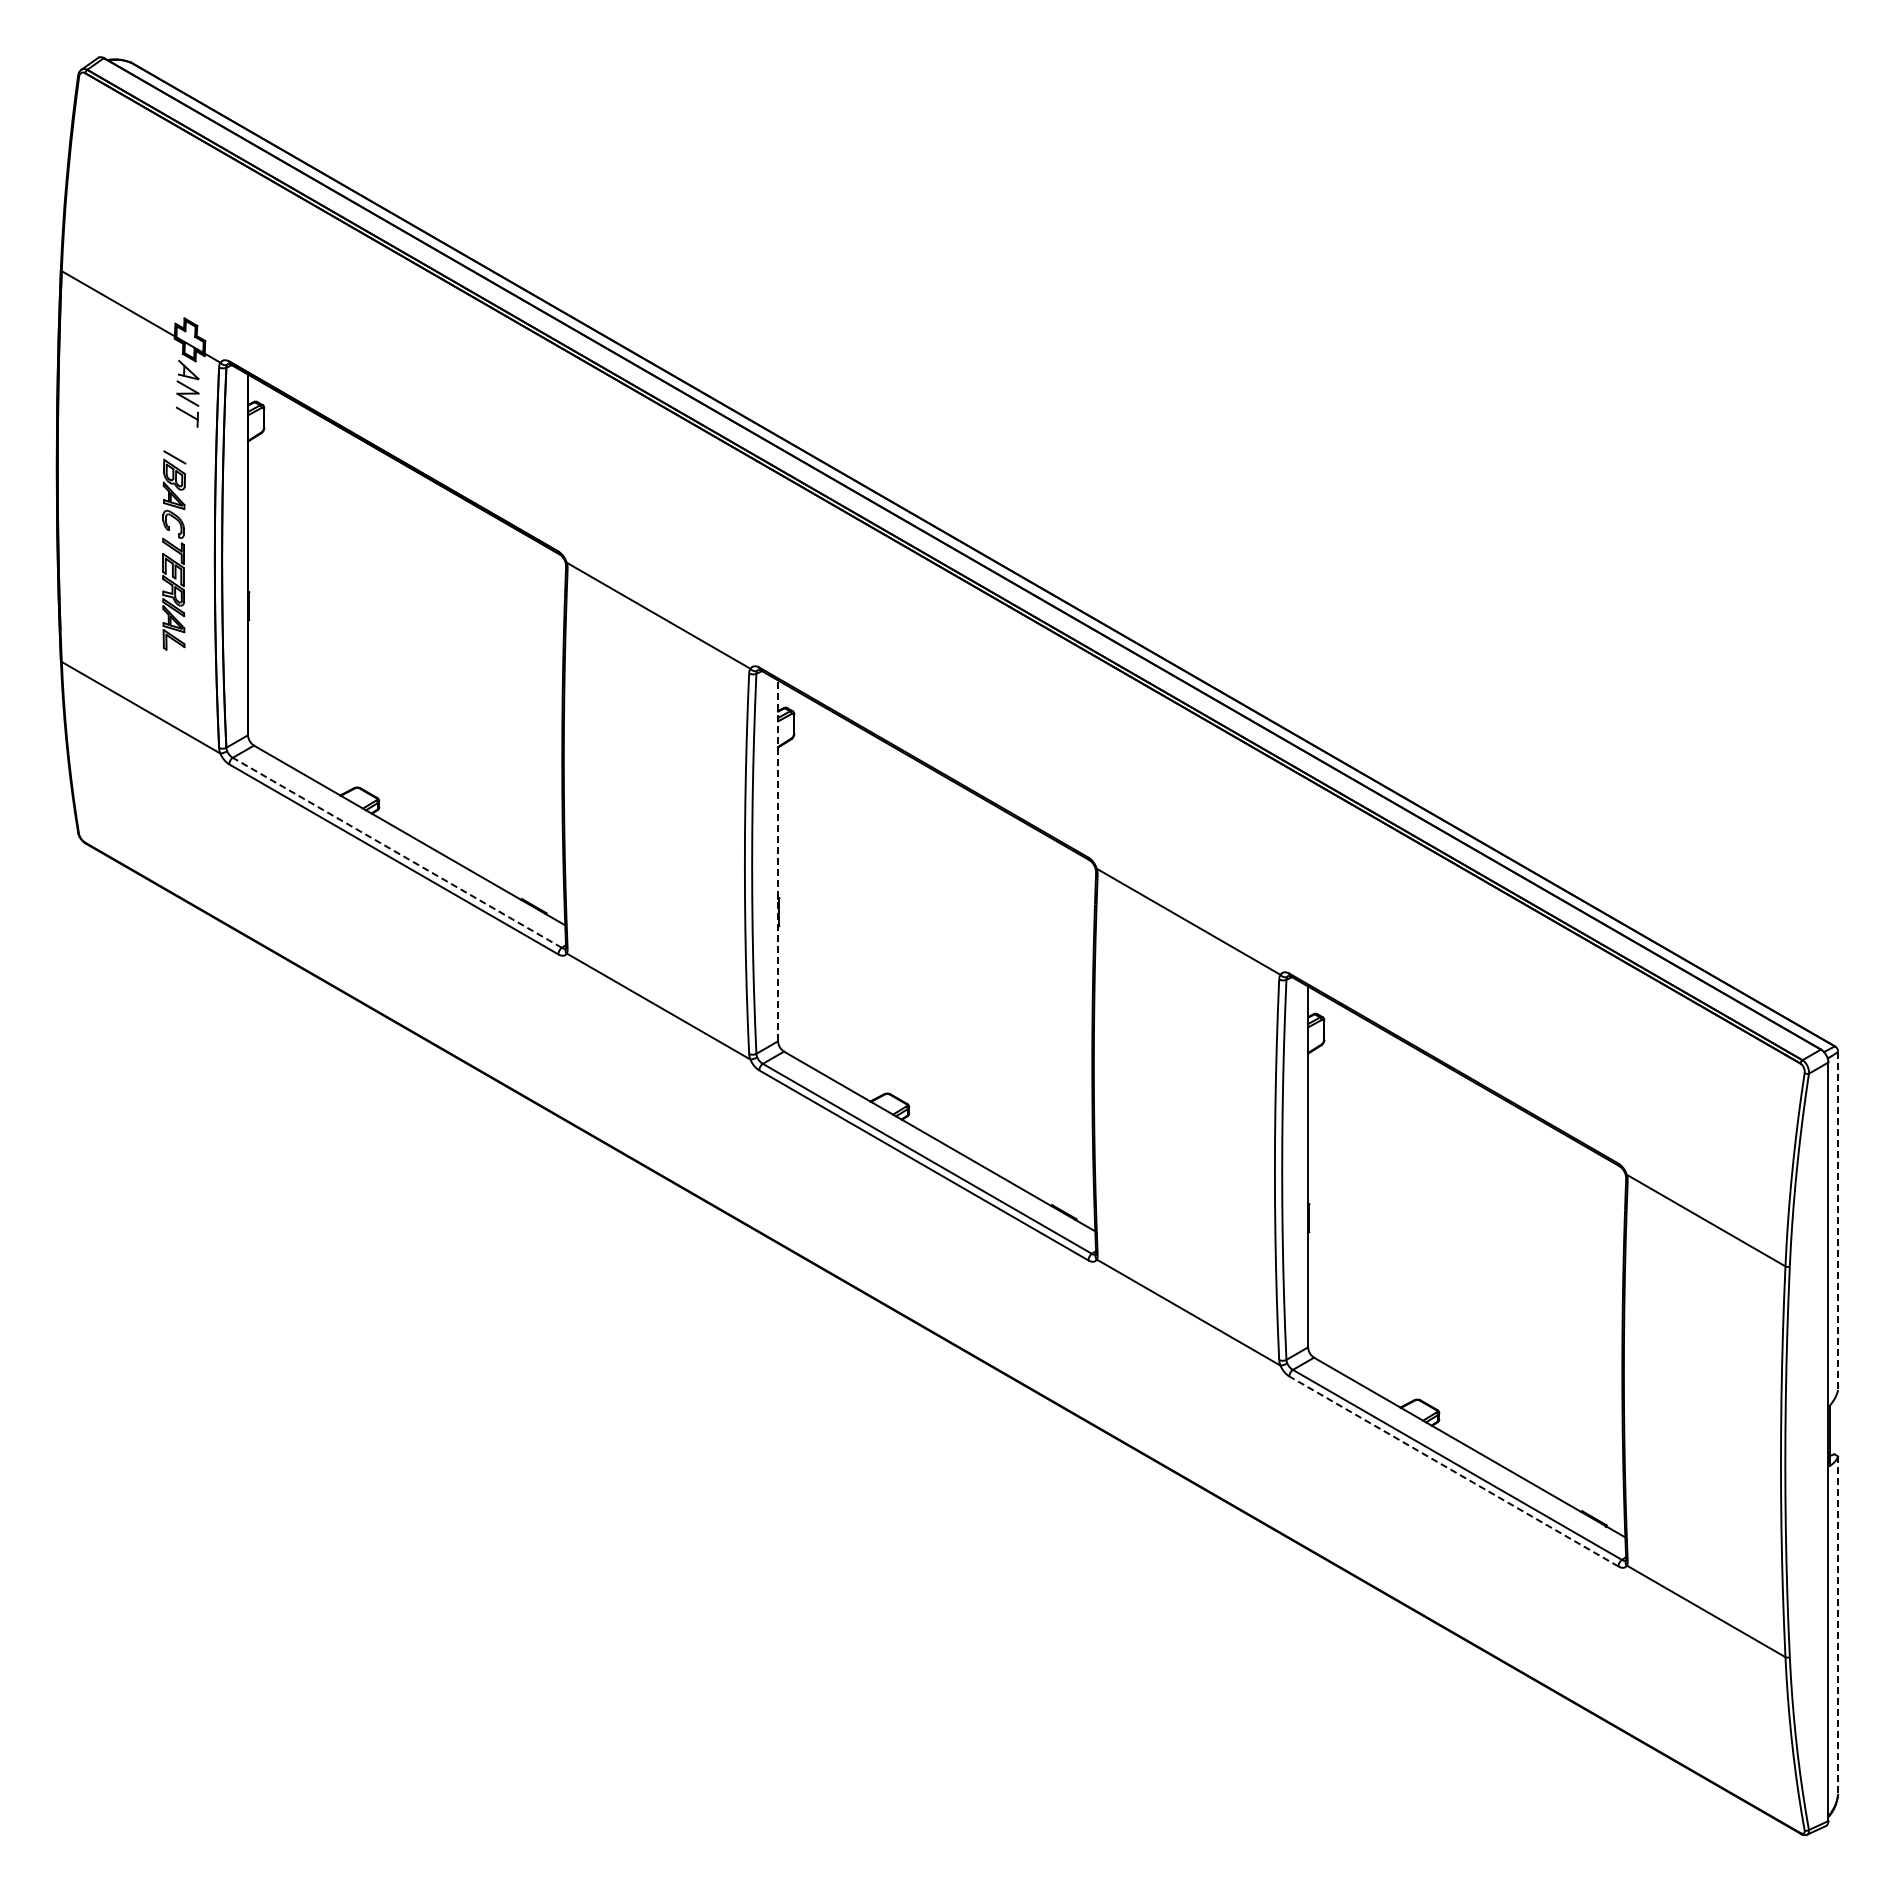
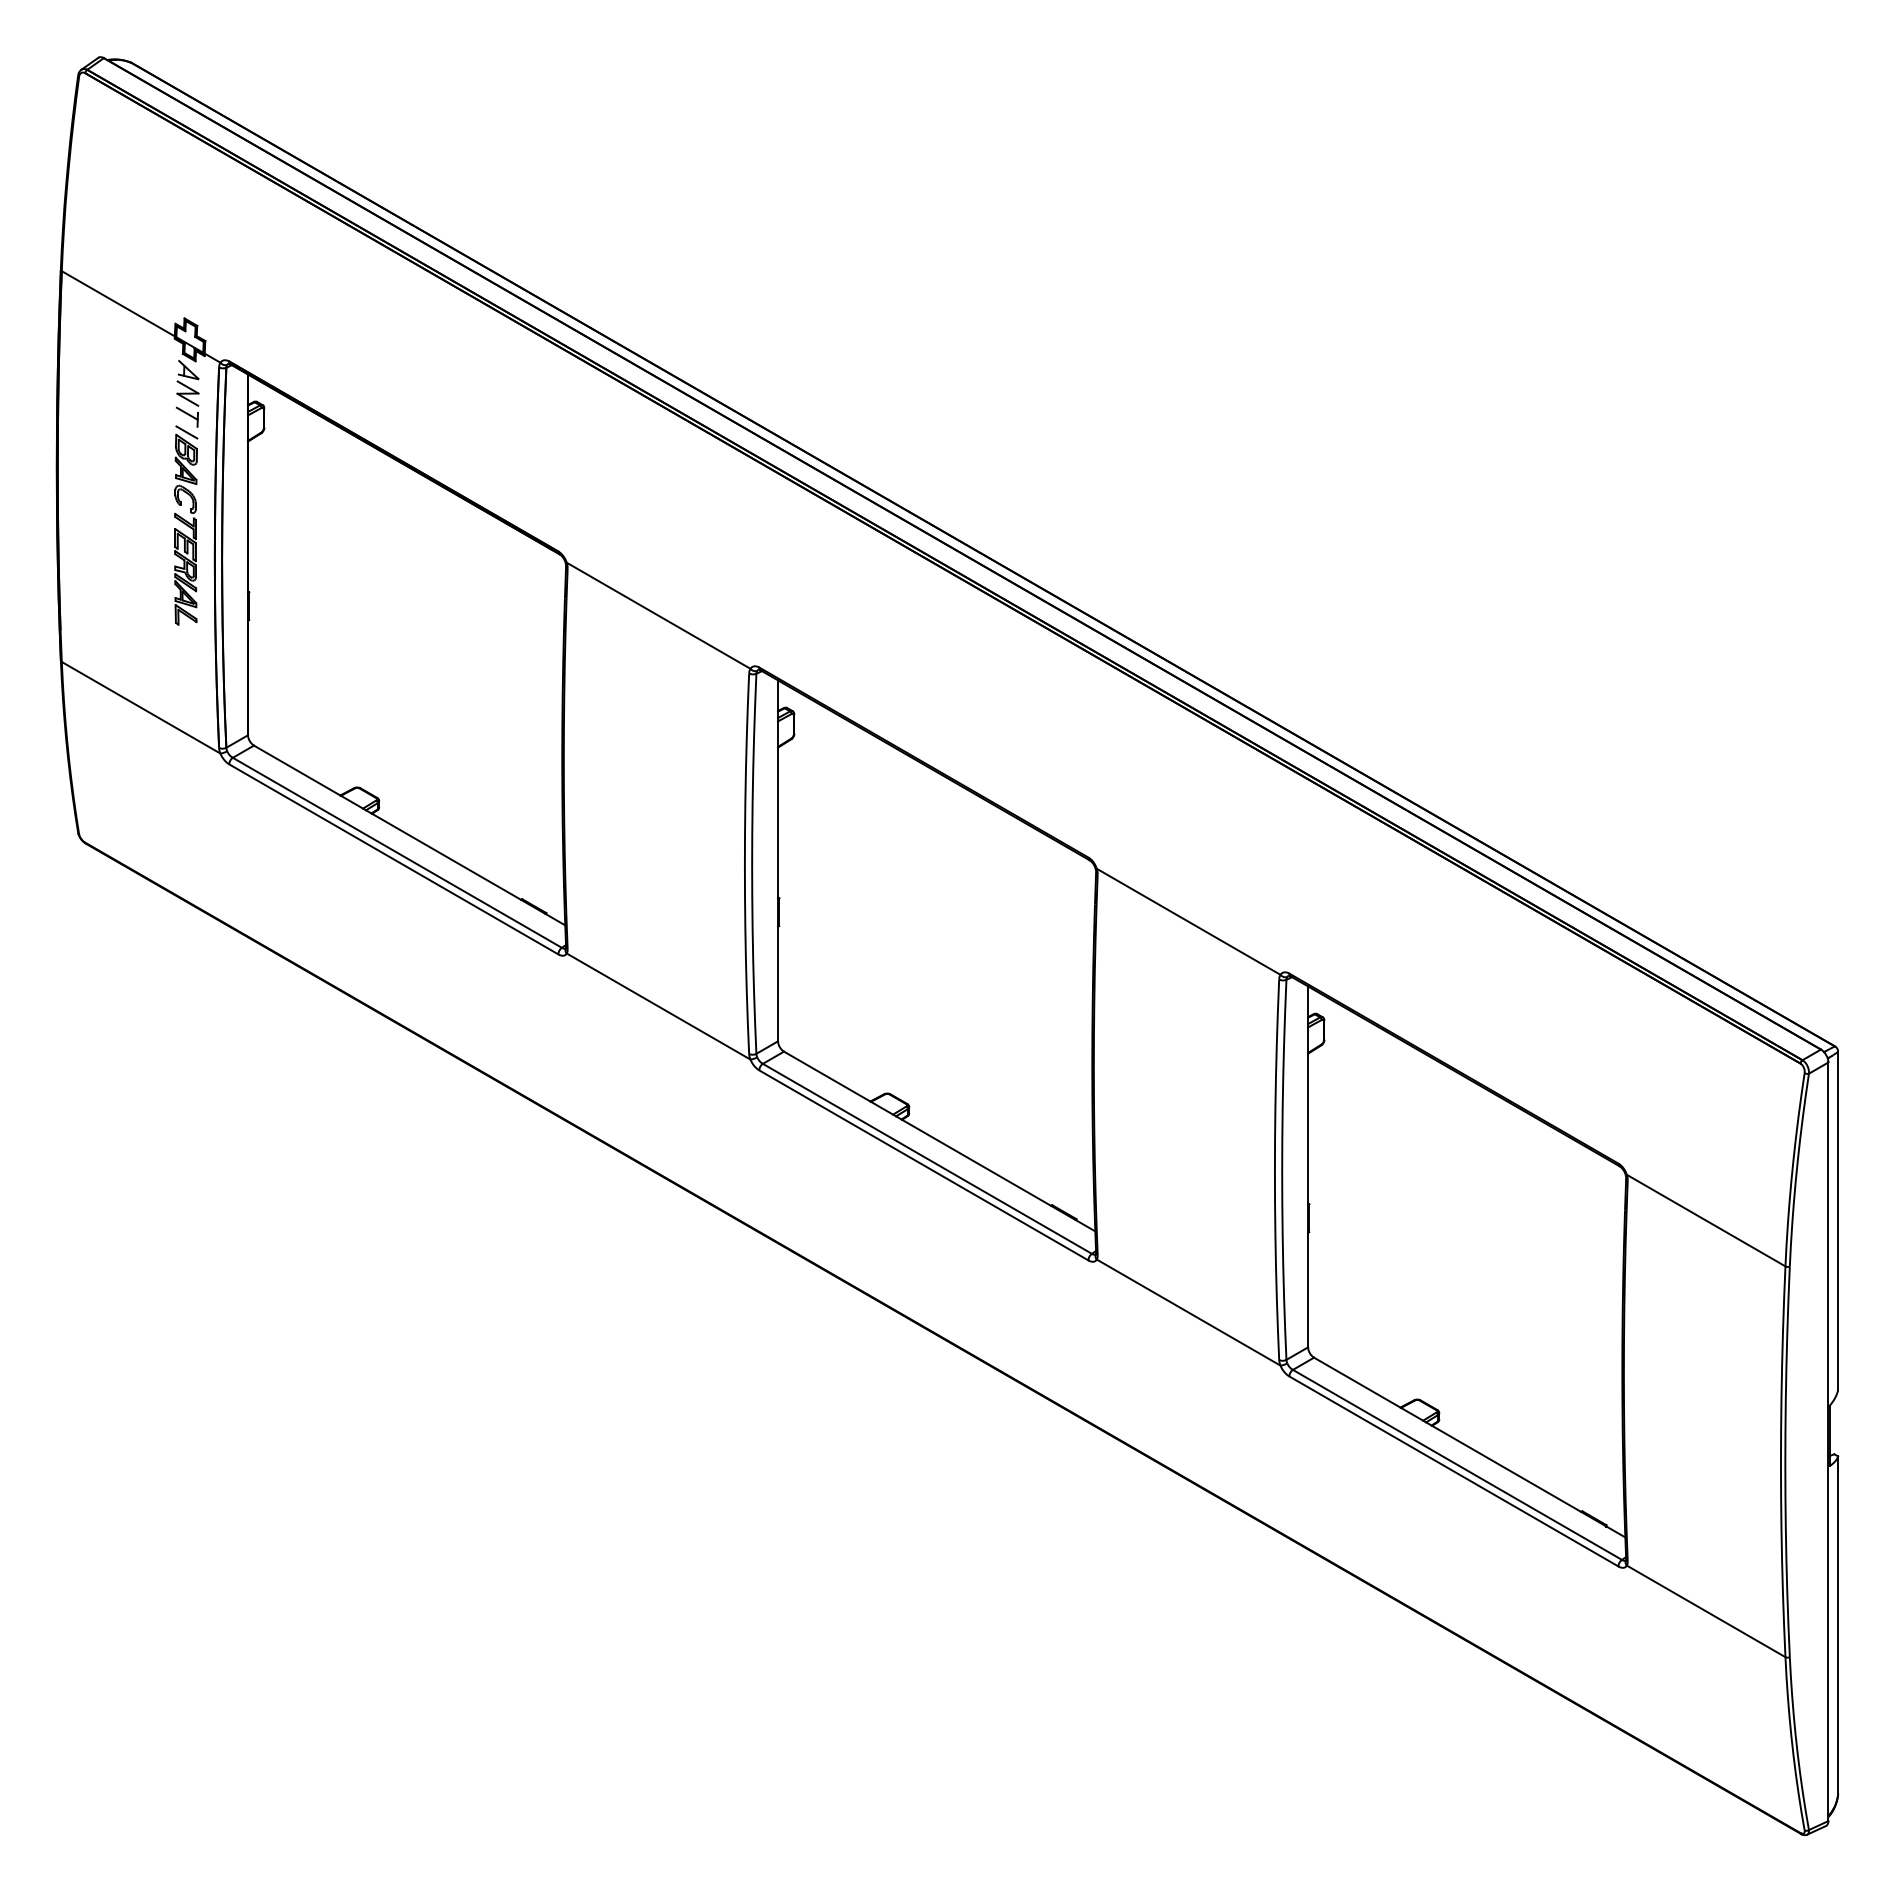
part at (174, 550) position: (174, 550) -> (186, 525)
line at (396, 852): dashed -> solid
line at (778, 860): dashed -> solid
line at (1838, 1221): dashed -> solid
line at (1453, 1471): dashed -> solid
line at (1838, 1626): dashed -> solid
